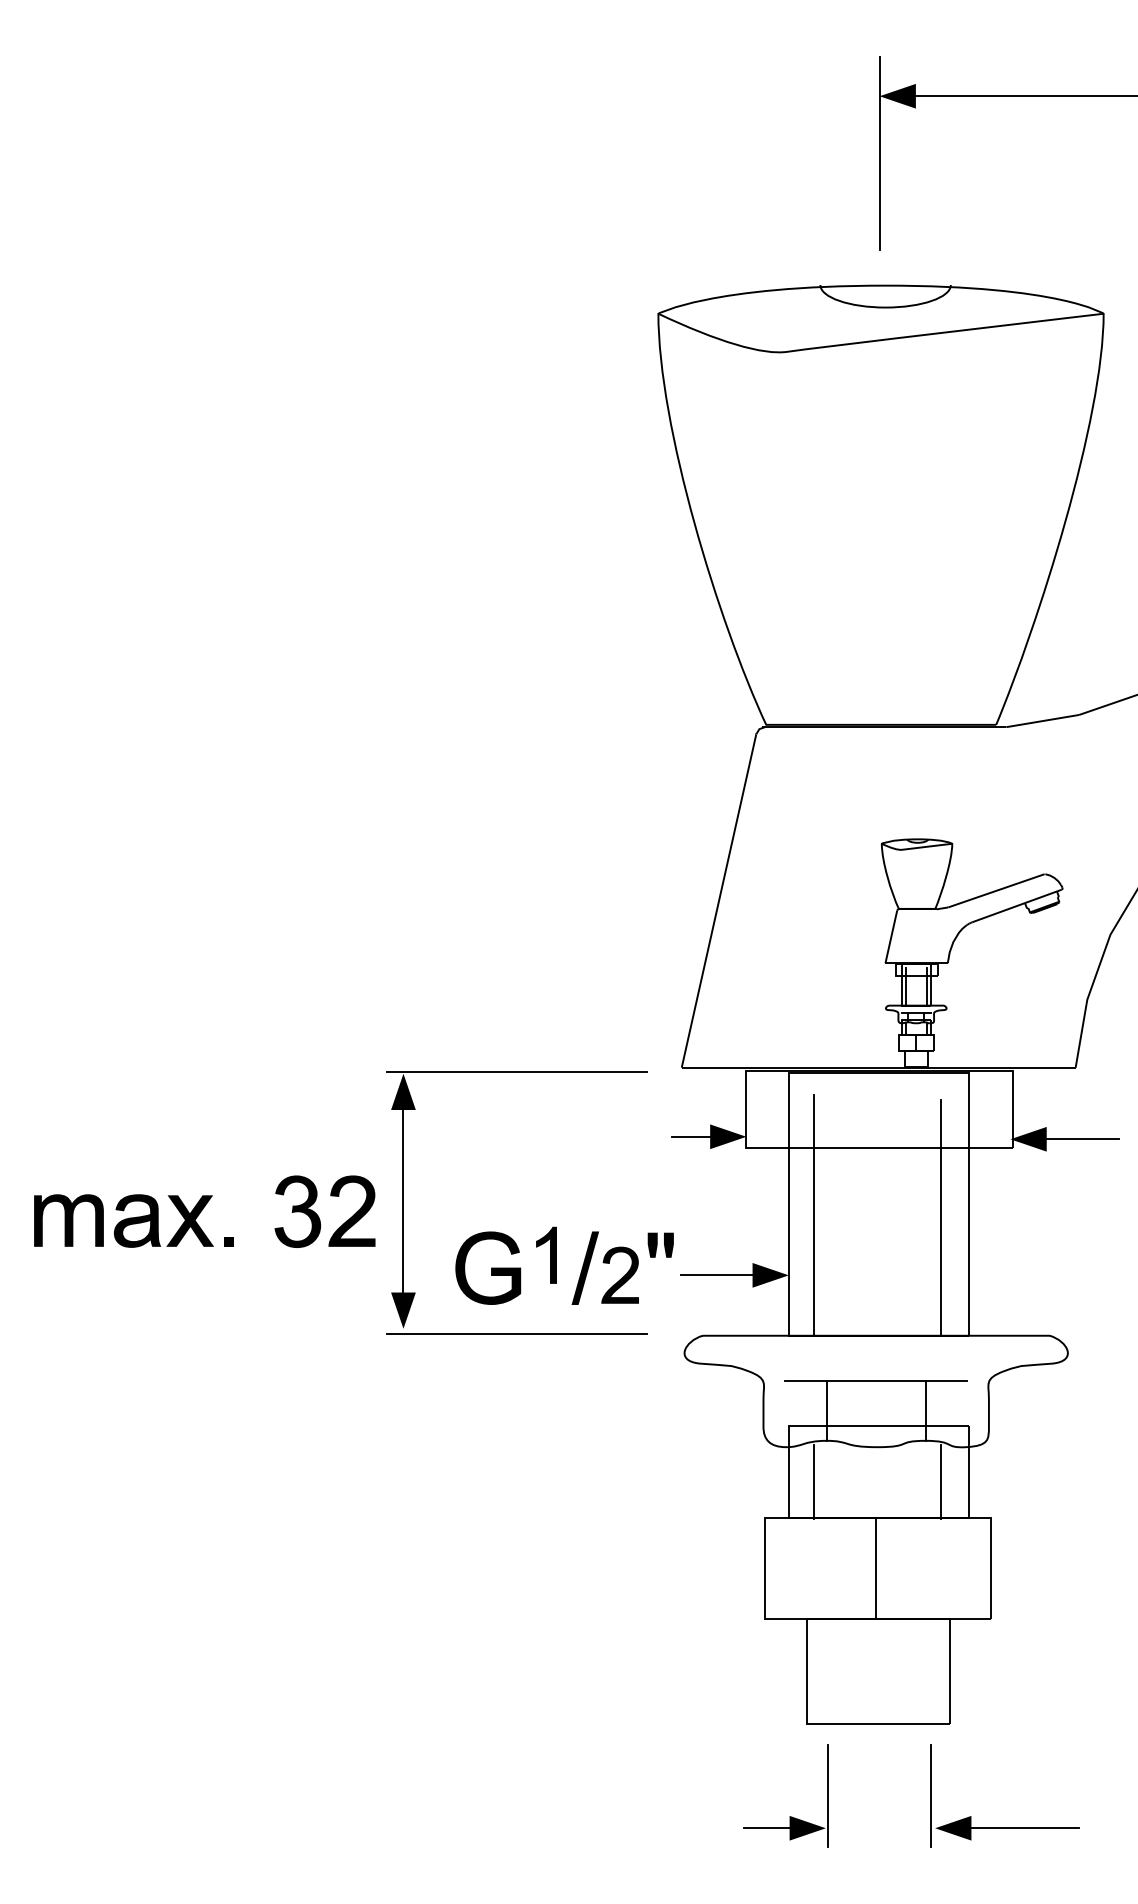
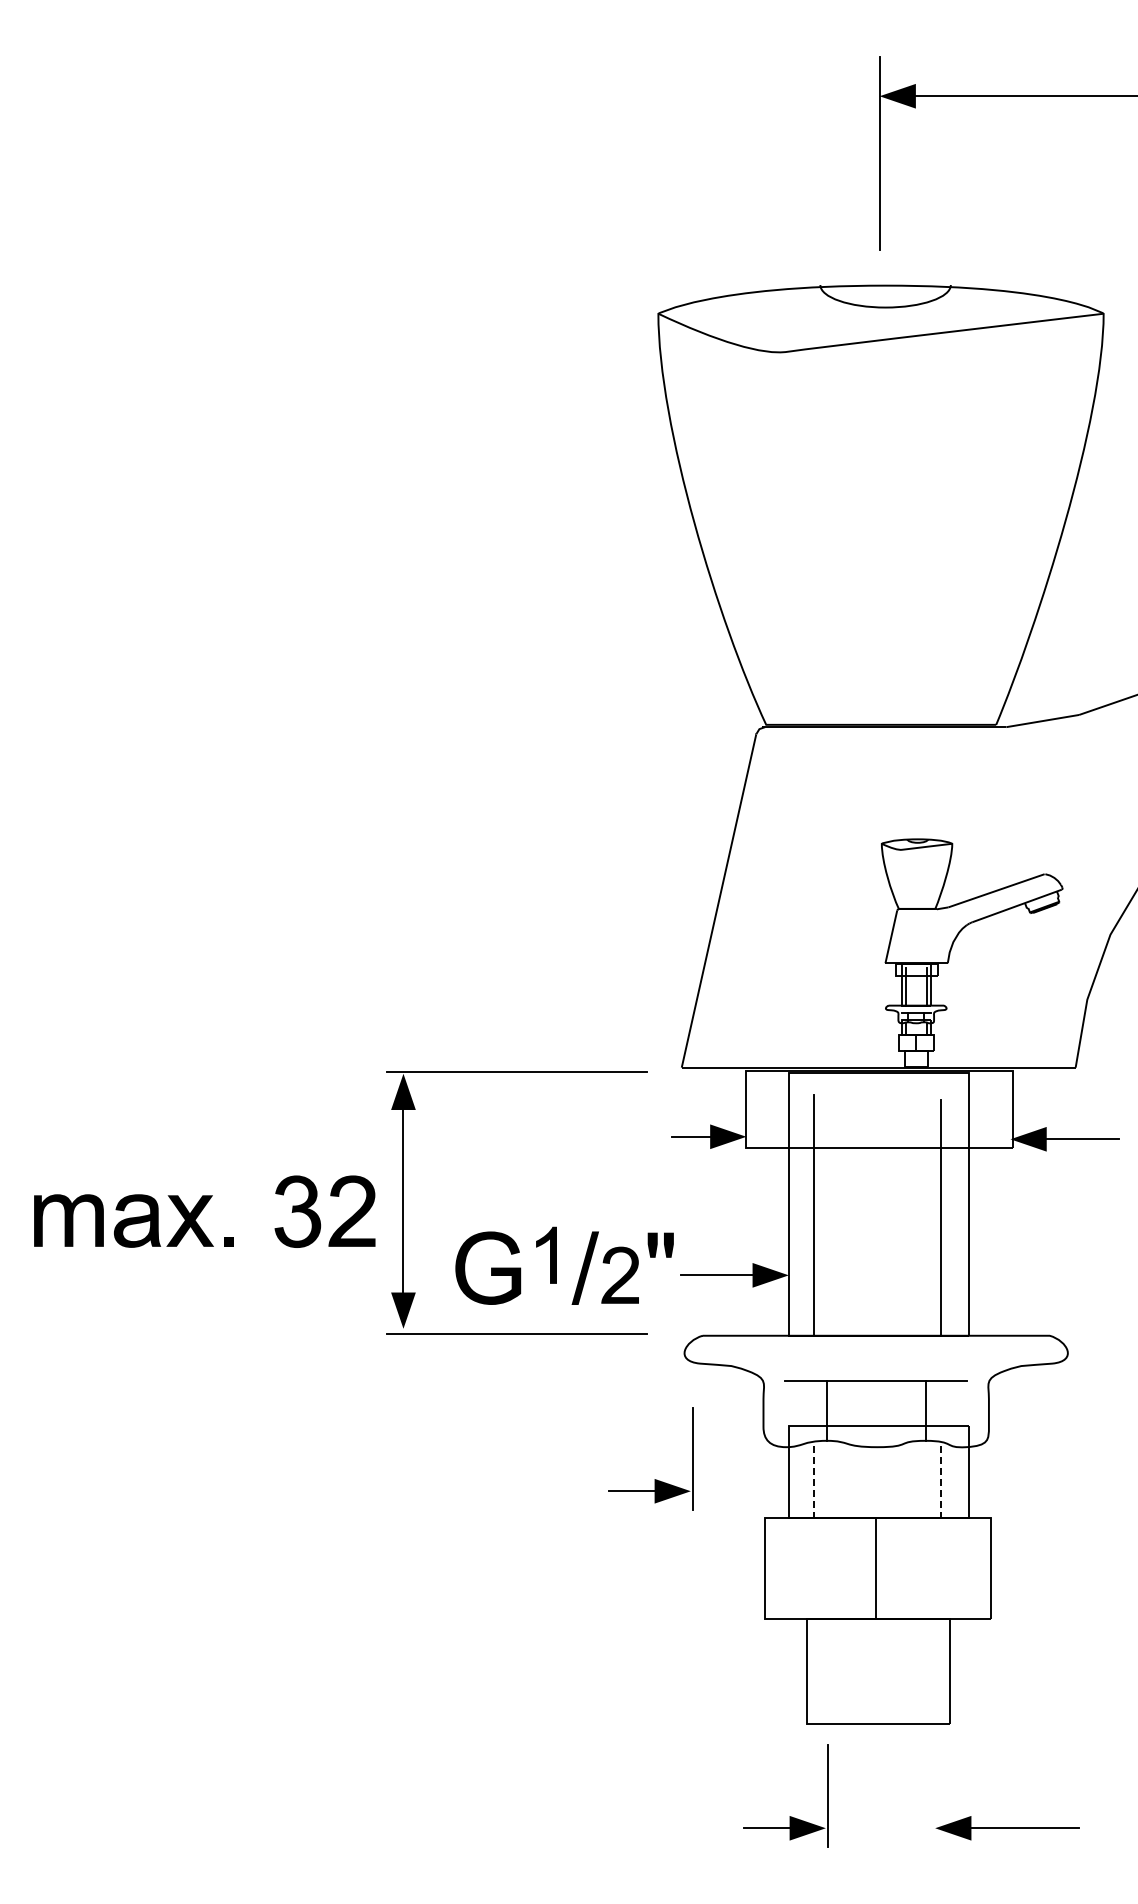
part at (654, 1479): none -> present
line at (814, 1481): solid -> dashed
line at (941, 1481): solid -> dashed
line at (931, 1795): present -> none
